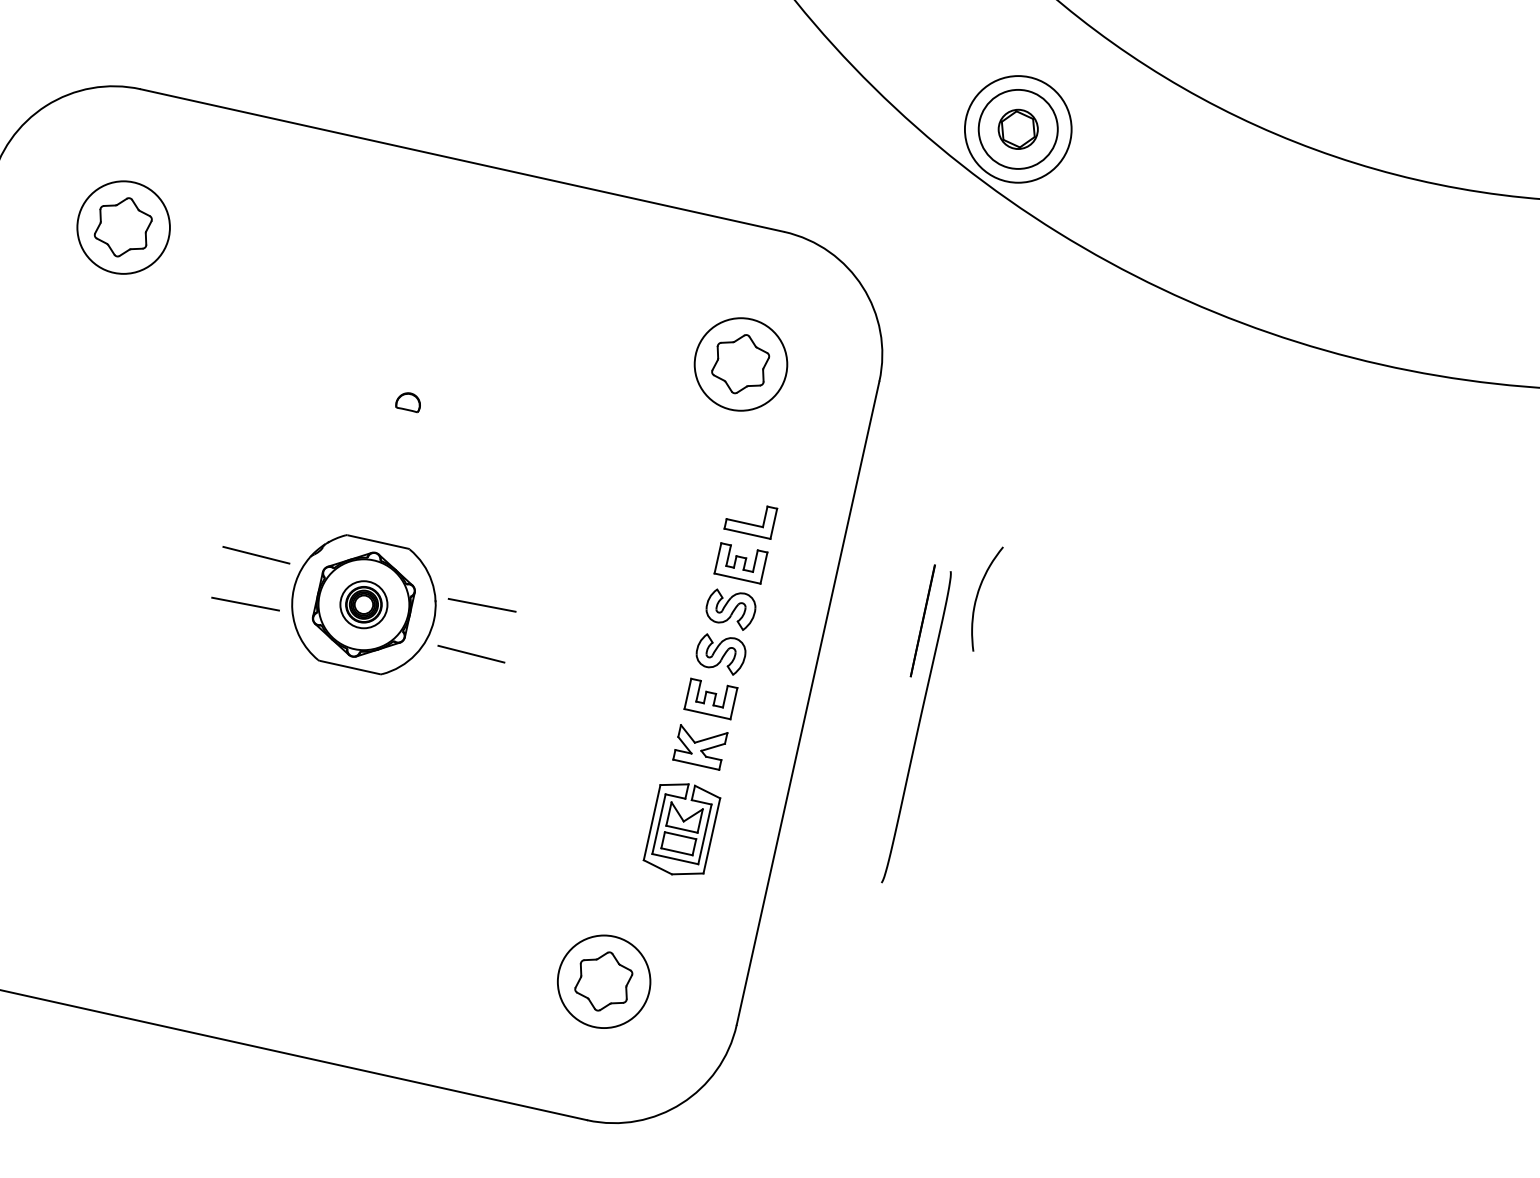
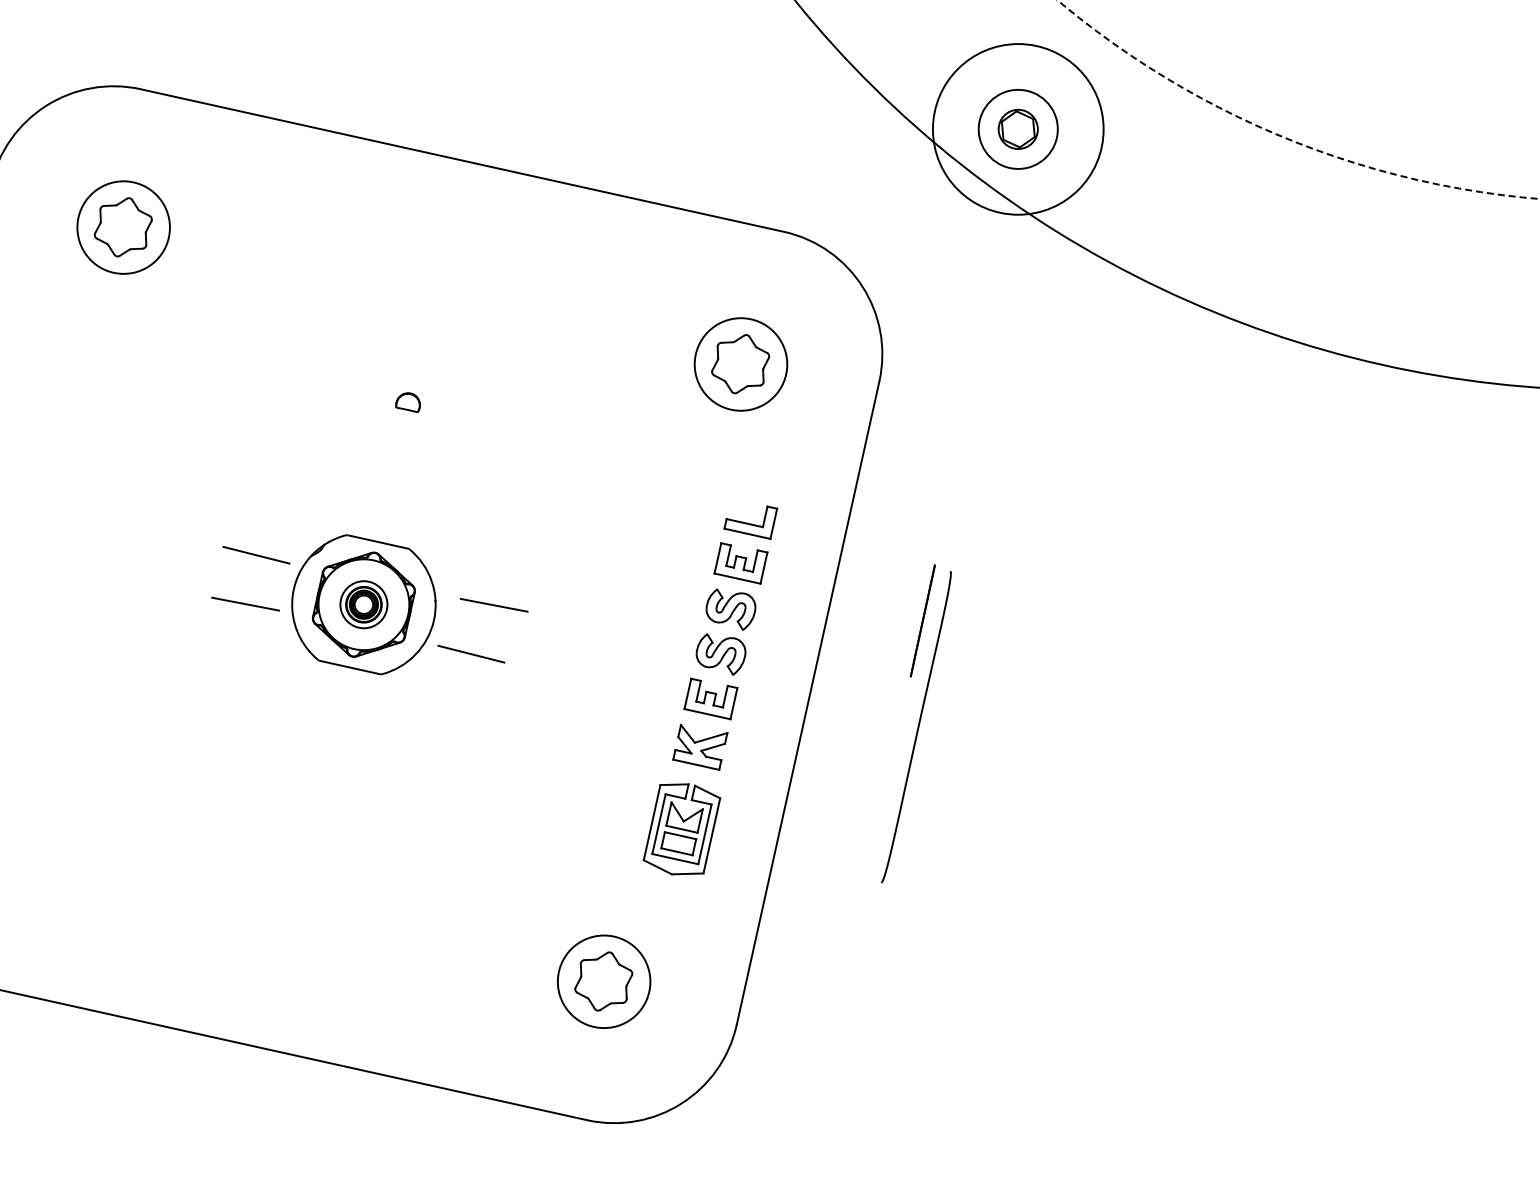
circle at (1298, 99): solid -> dashed
circle at (1017, 129) diameter: 107 px -> 171 px
curve at (978, 595): present -> none
line at (481, 605) position: (481, 605) -> (493, 605)
